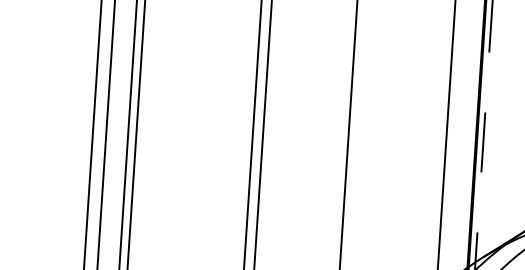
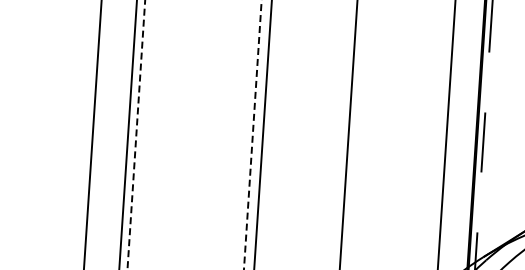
line at (105, 134): present -> none
line at (136, 134): solid -> dashed
line at (252, 135): solid -> dashed
